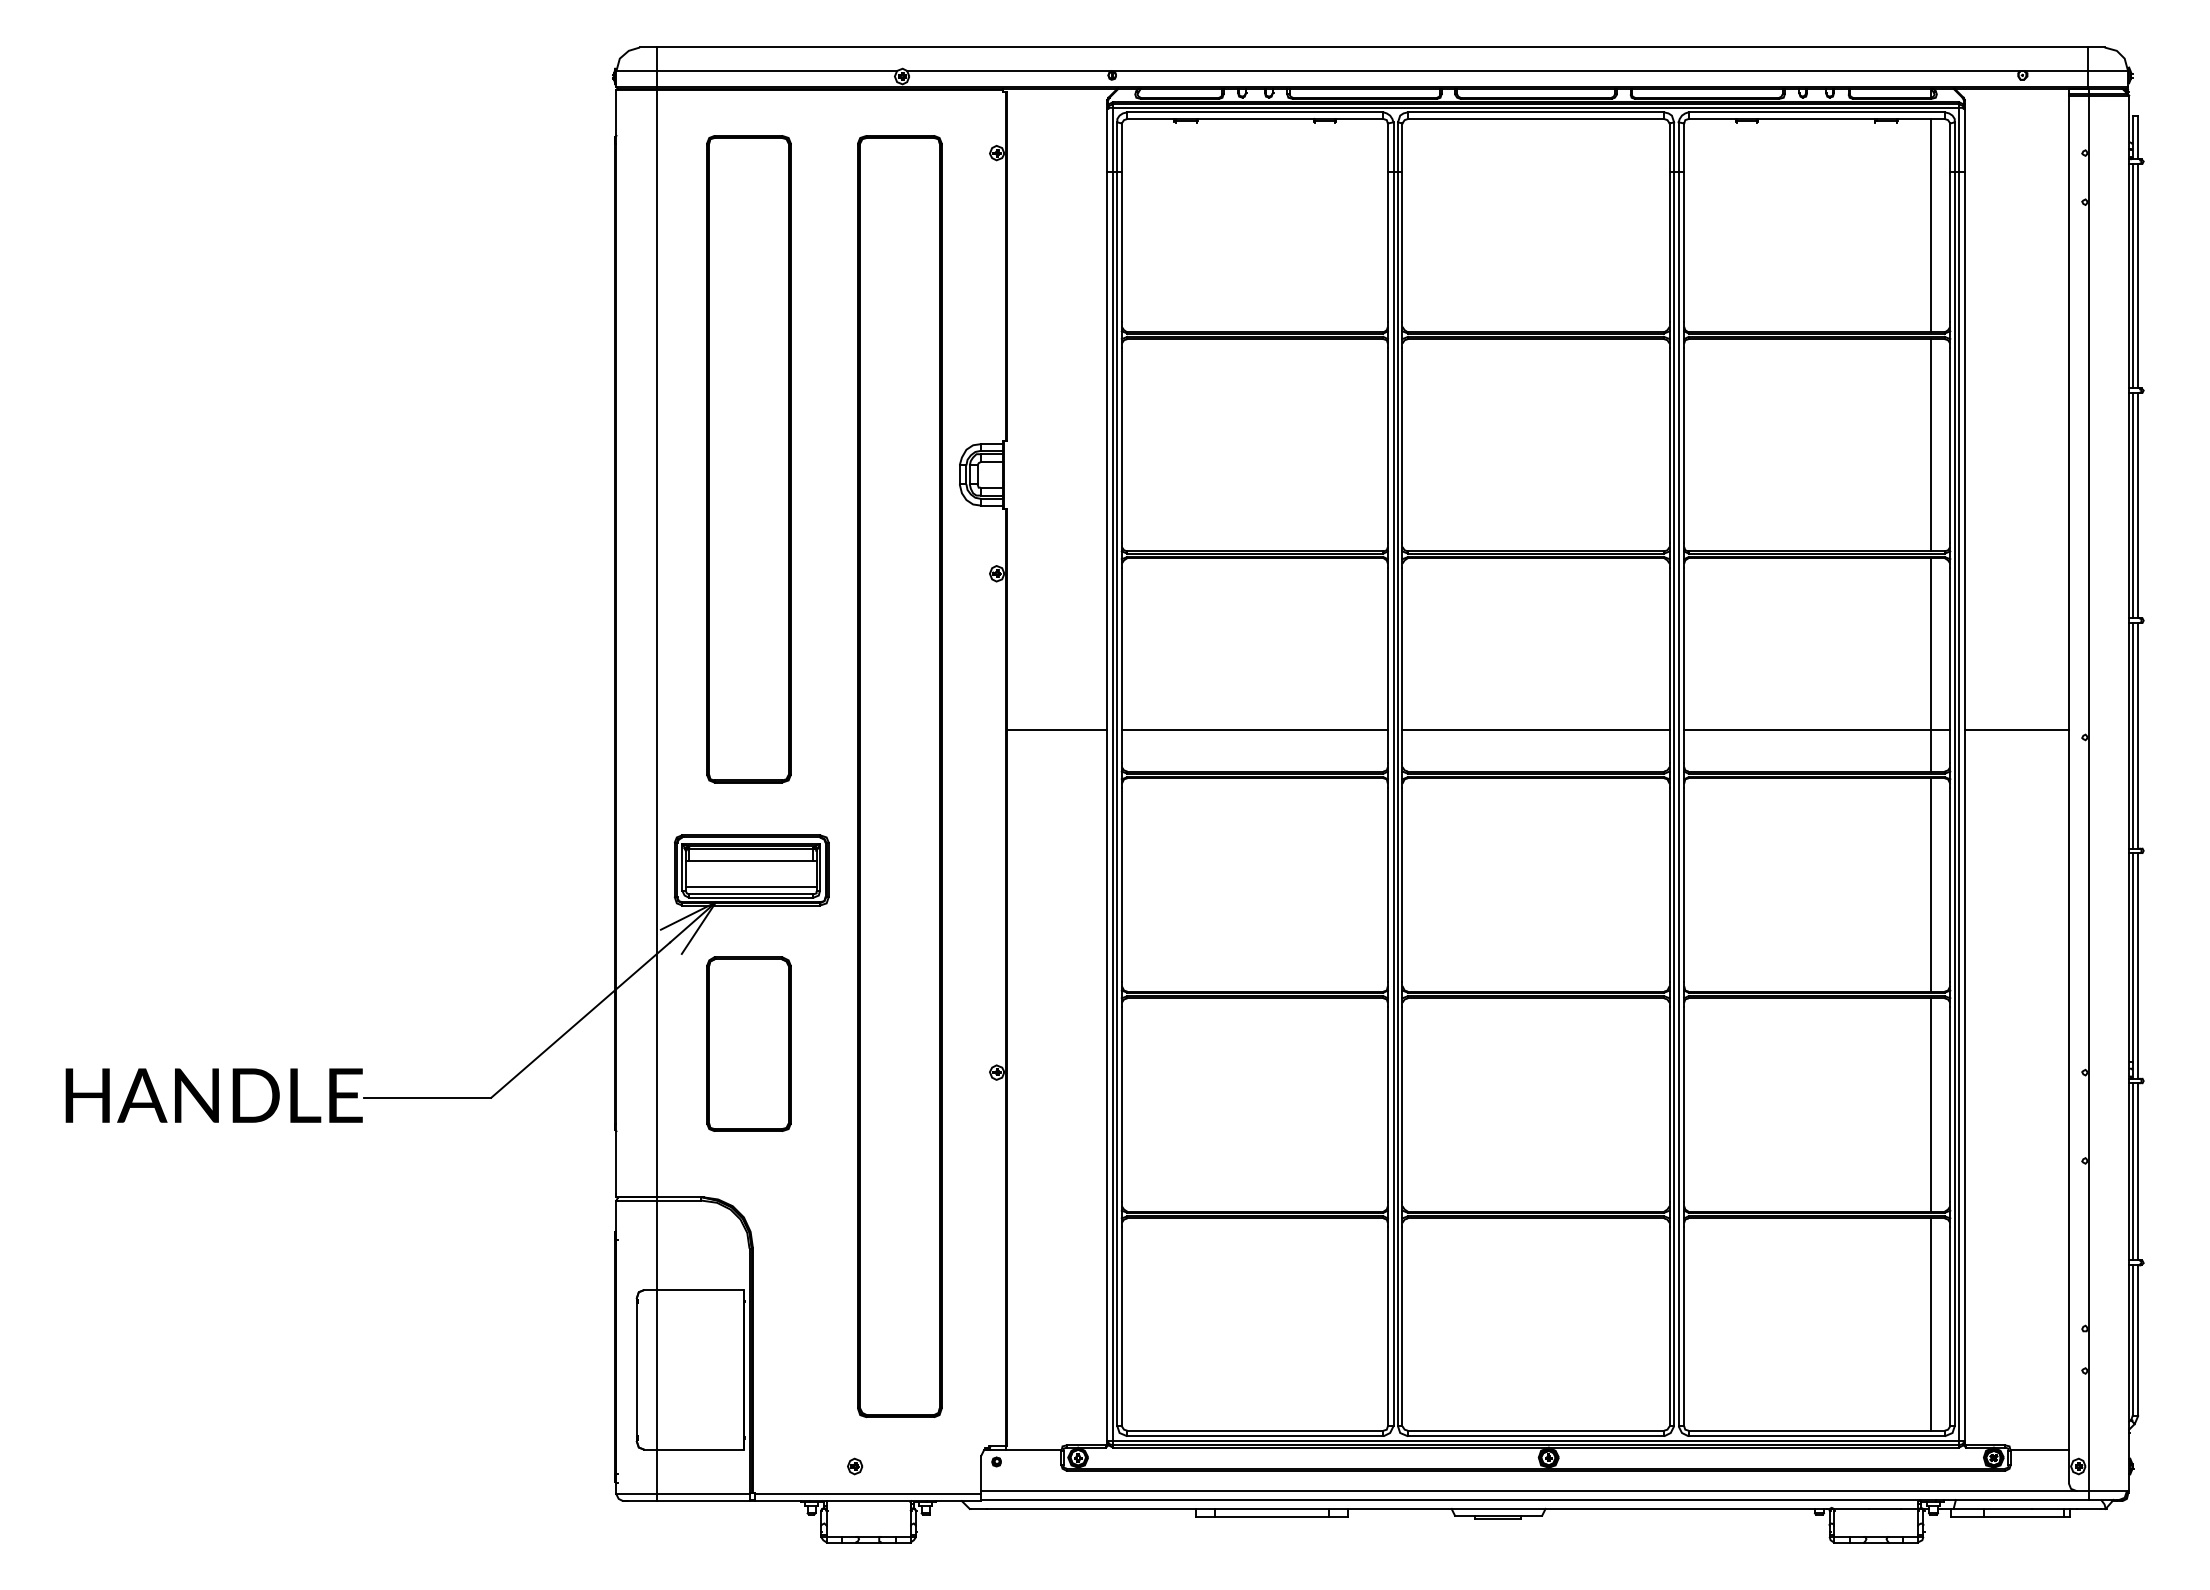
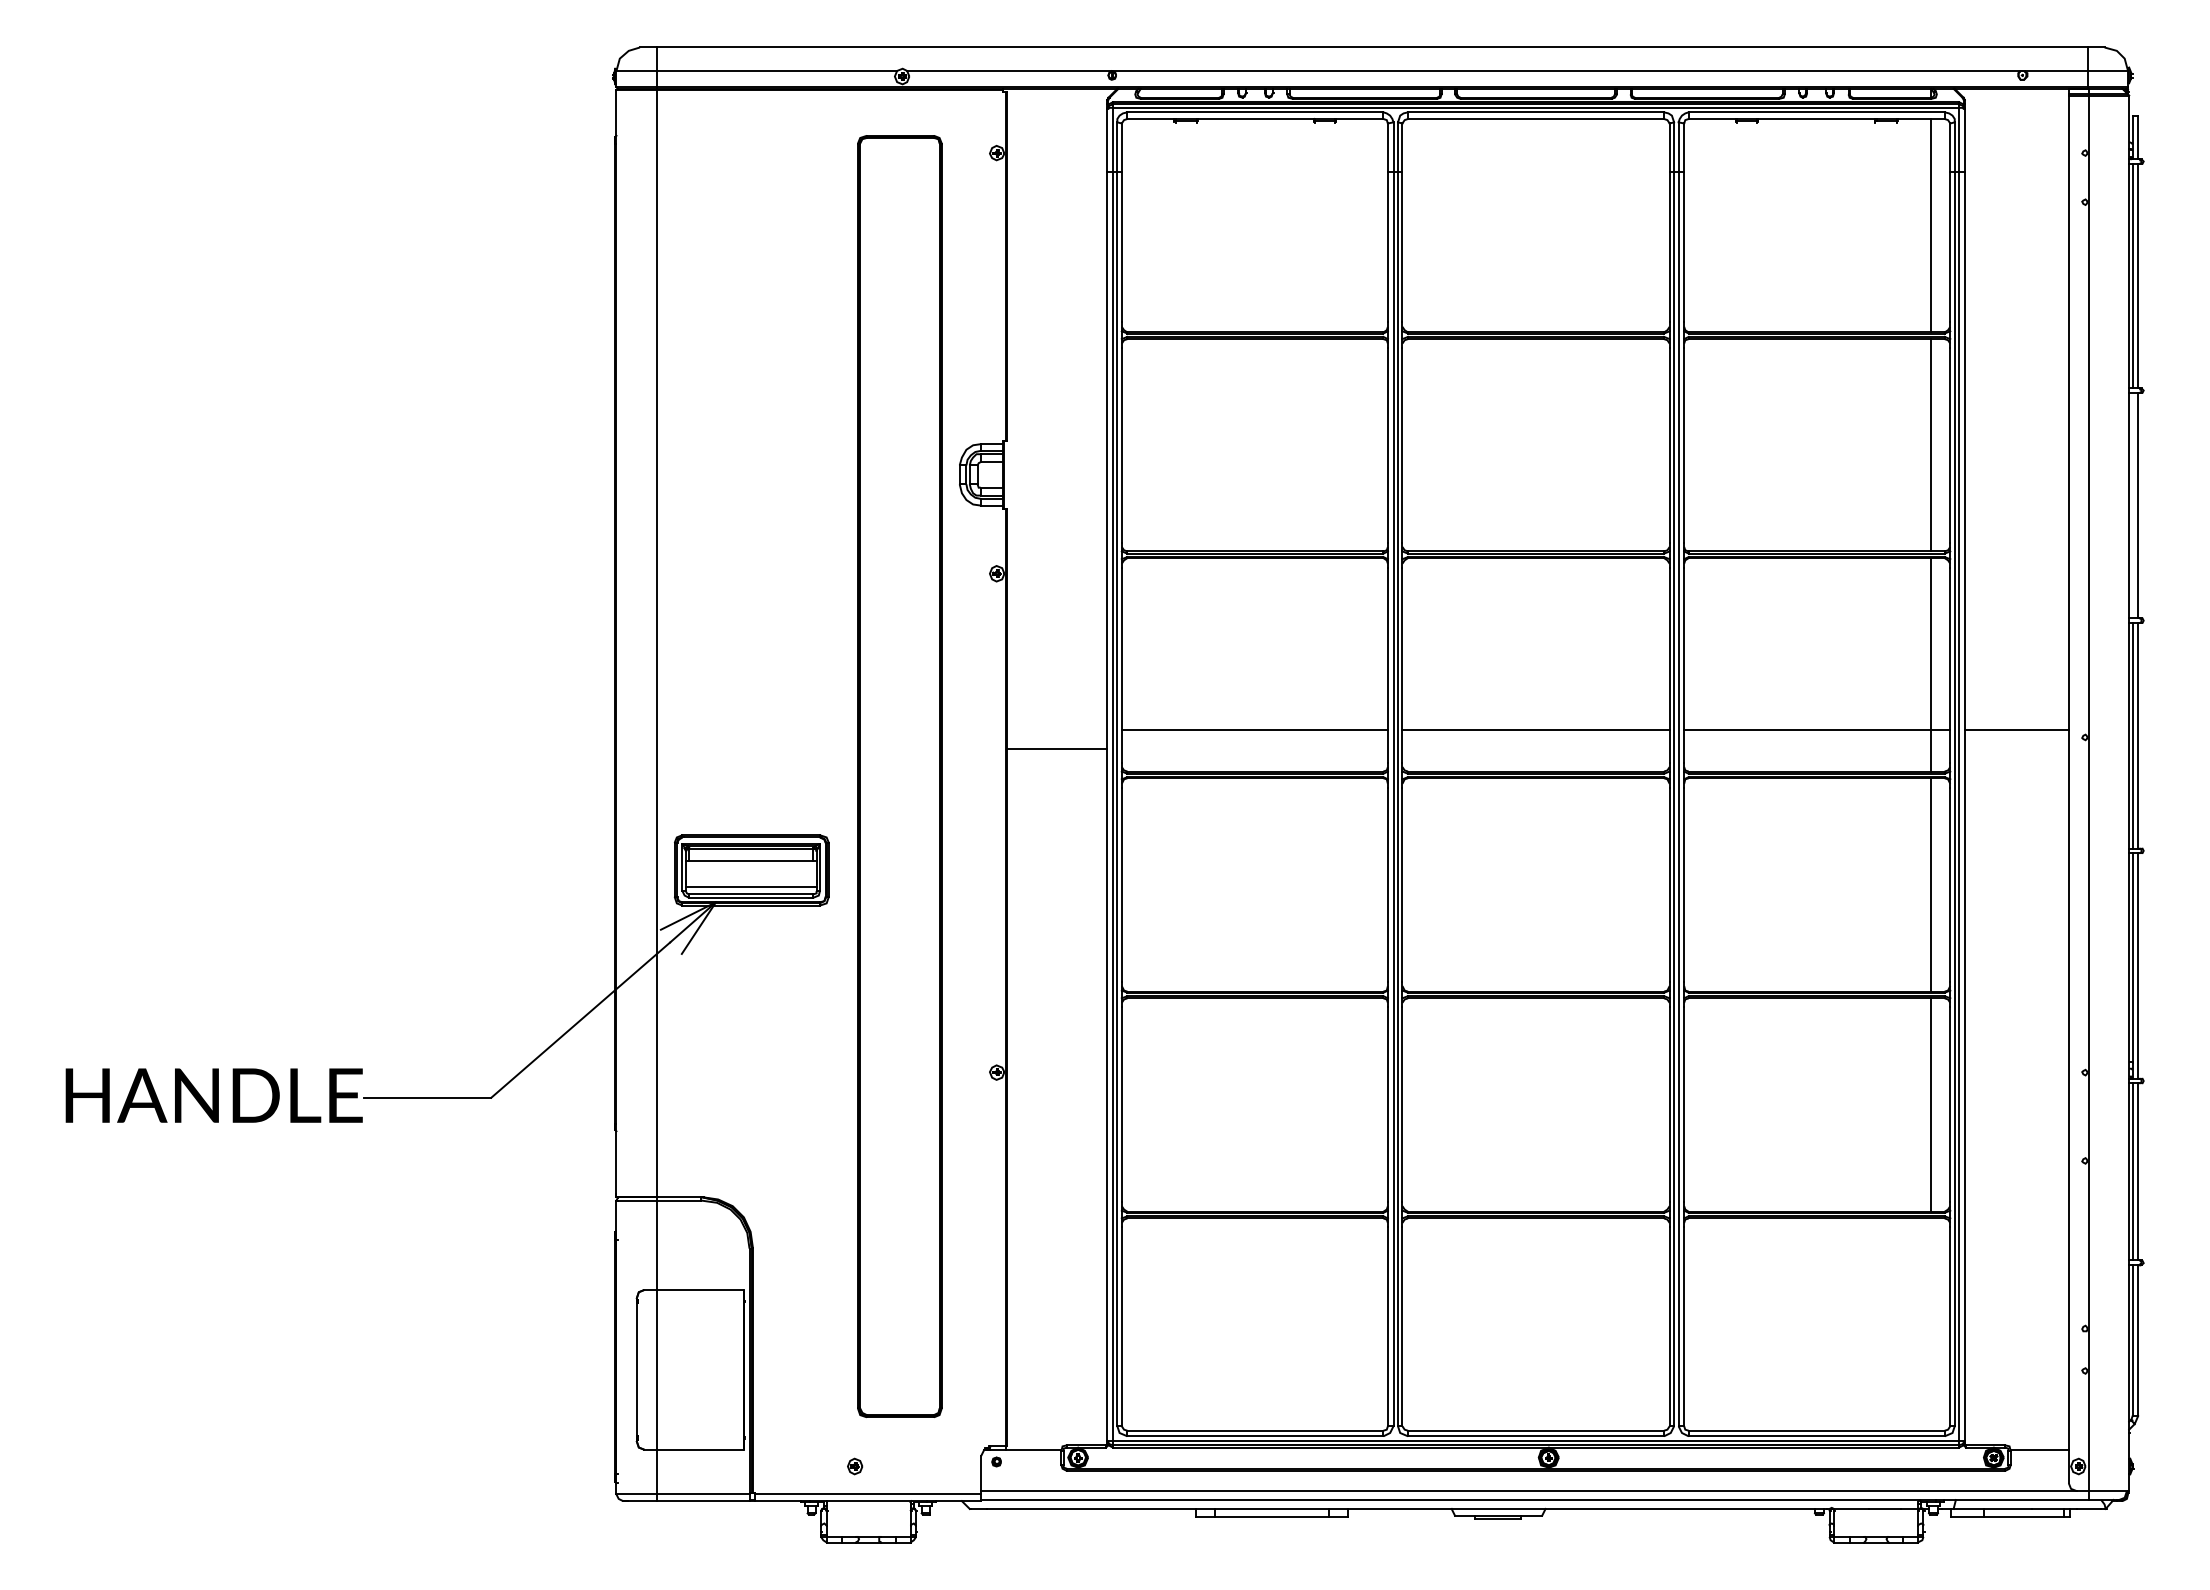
part at (748, 459): present -> none
line at (2132, 505): present -> none
line at (1056, 730) position: (1056, 730) -> (1056, 749)
part at (748, 1043): present -> none
line at (1931, 1324): present -> none
